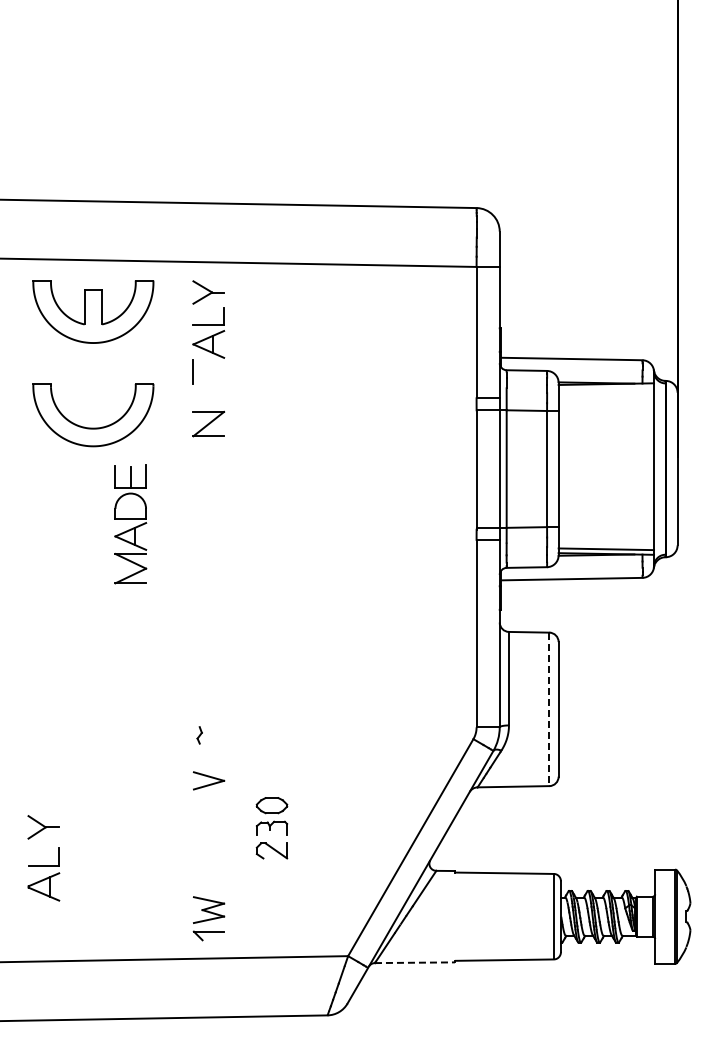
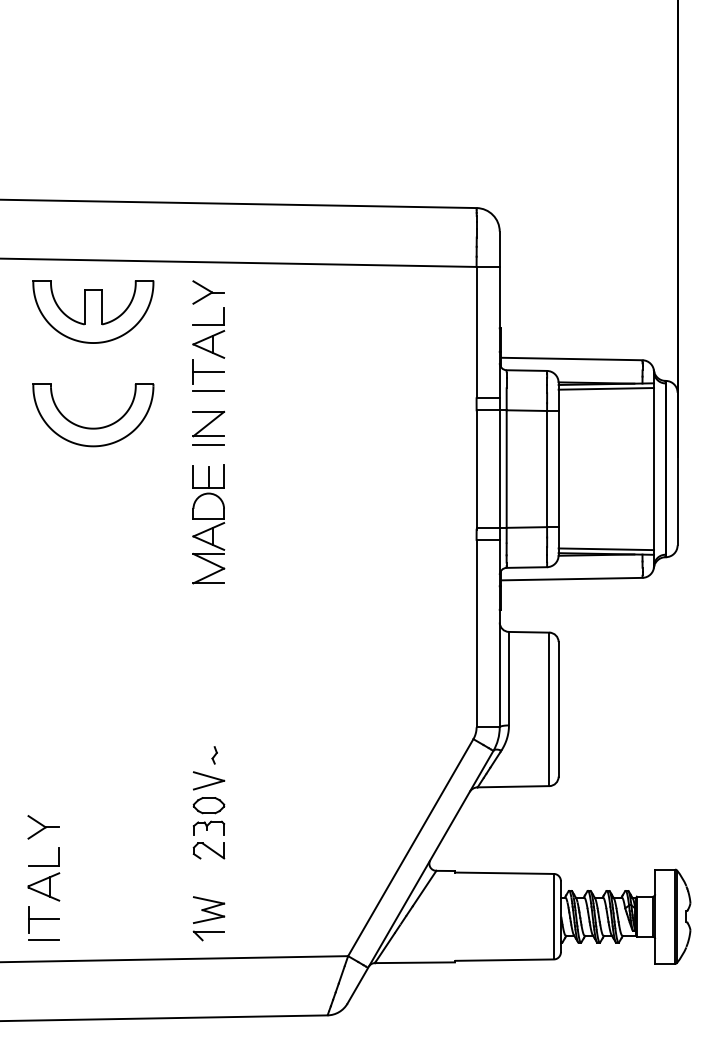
line at (208, 371): none -> present
line at (606, 388): none -> present
line at (208, 390): none -> present
line at (208, 445): none -> present
part at (130, 524) position: (130, 524) -> (208, 524)
line at (549, 709): dashed -> solid
part at (199, 735) position: (199, 735) -> (214, 755)
part at (271, 828) position: (271, 828) -> (208, 828)
part at (43, 923): none -> present
line at (415, 962): dashed -> solid
